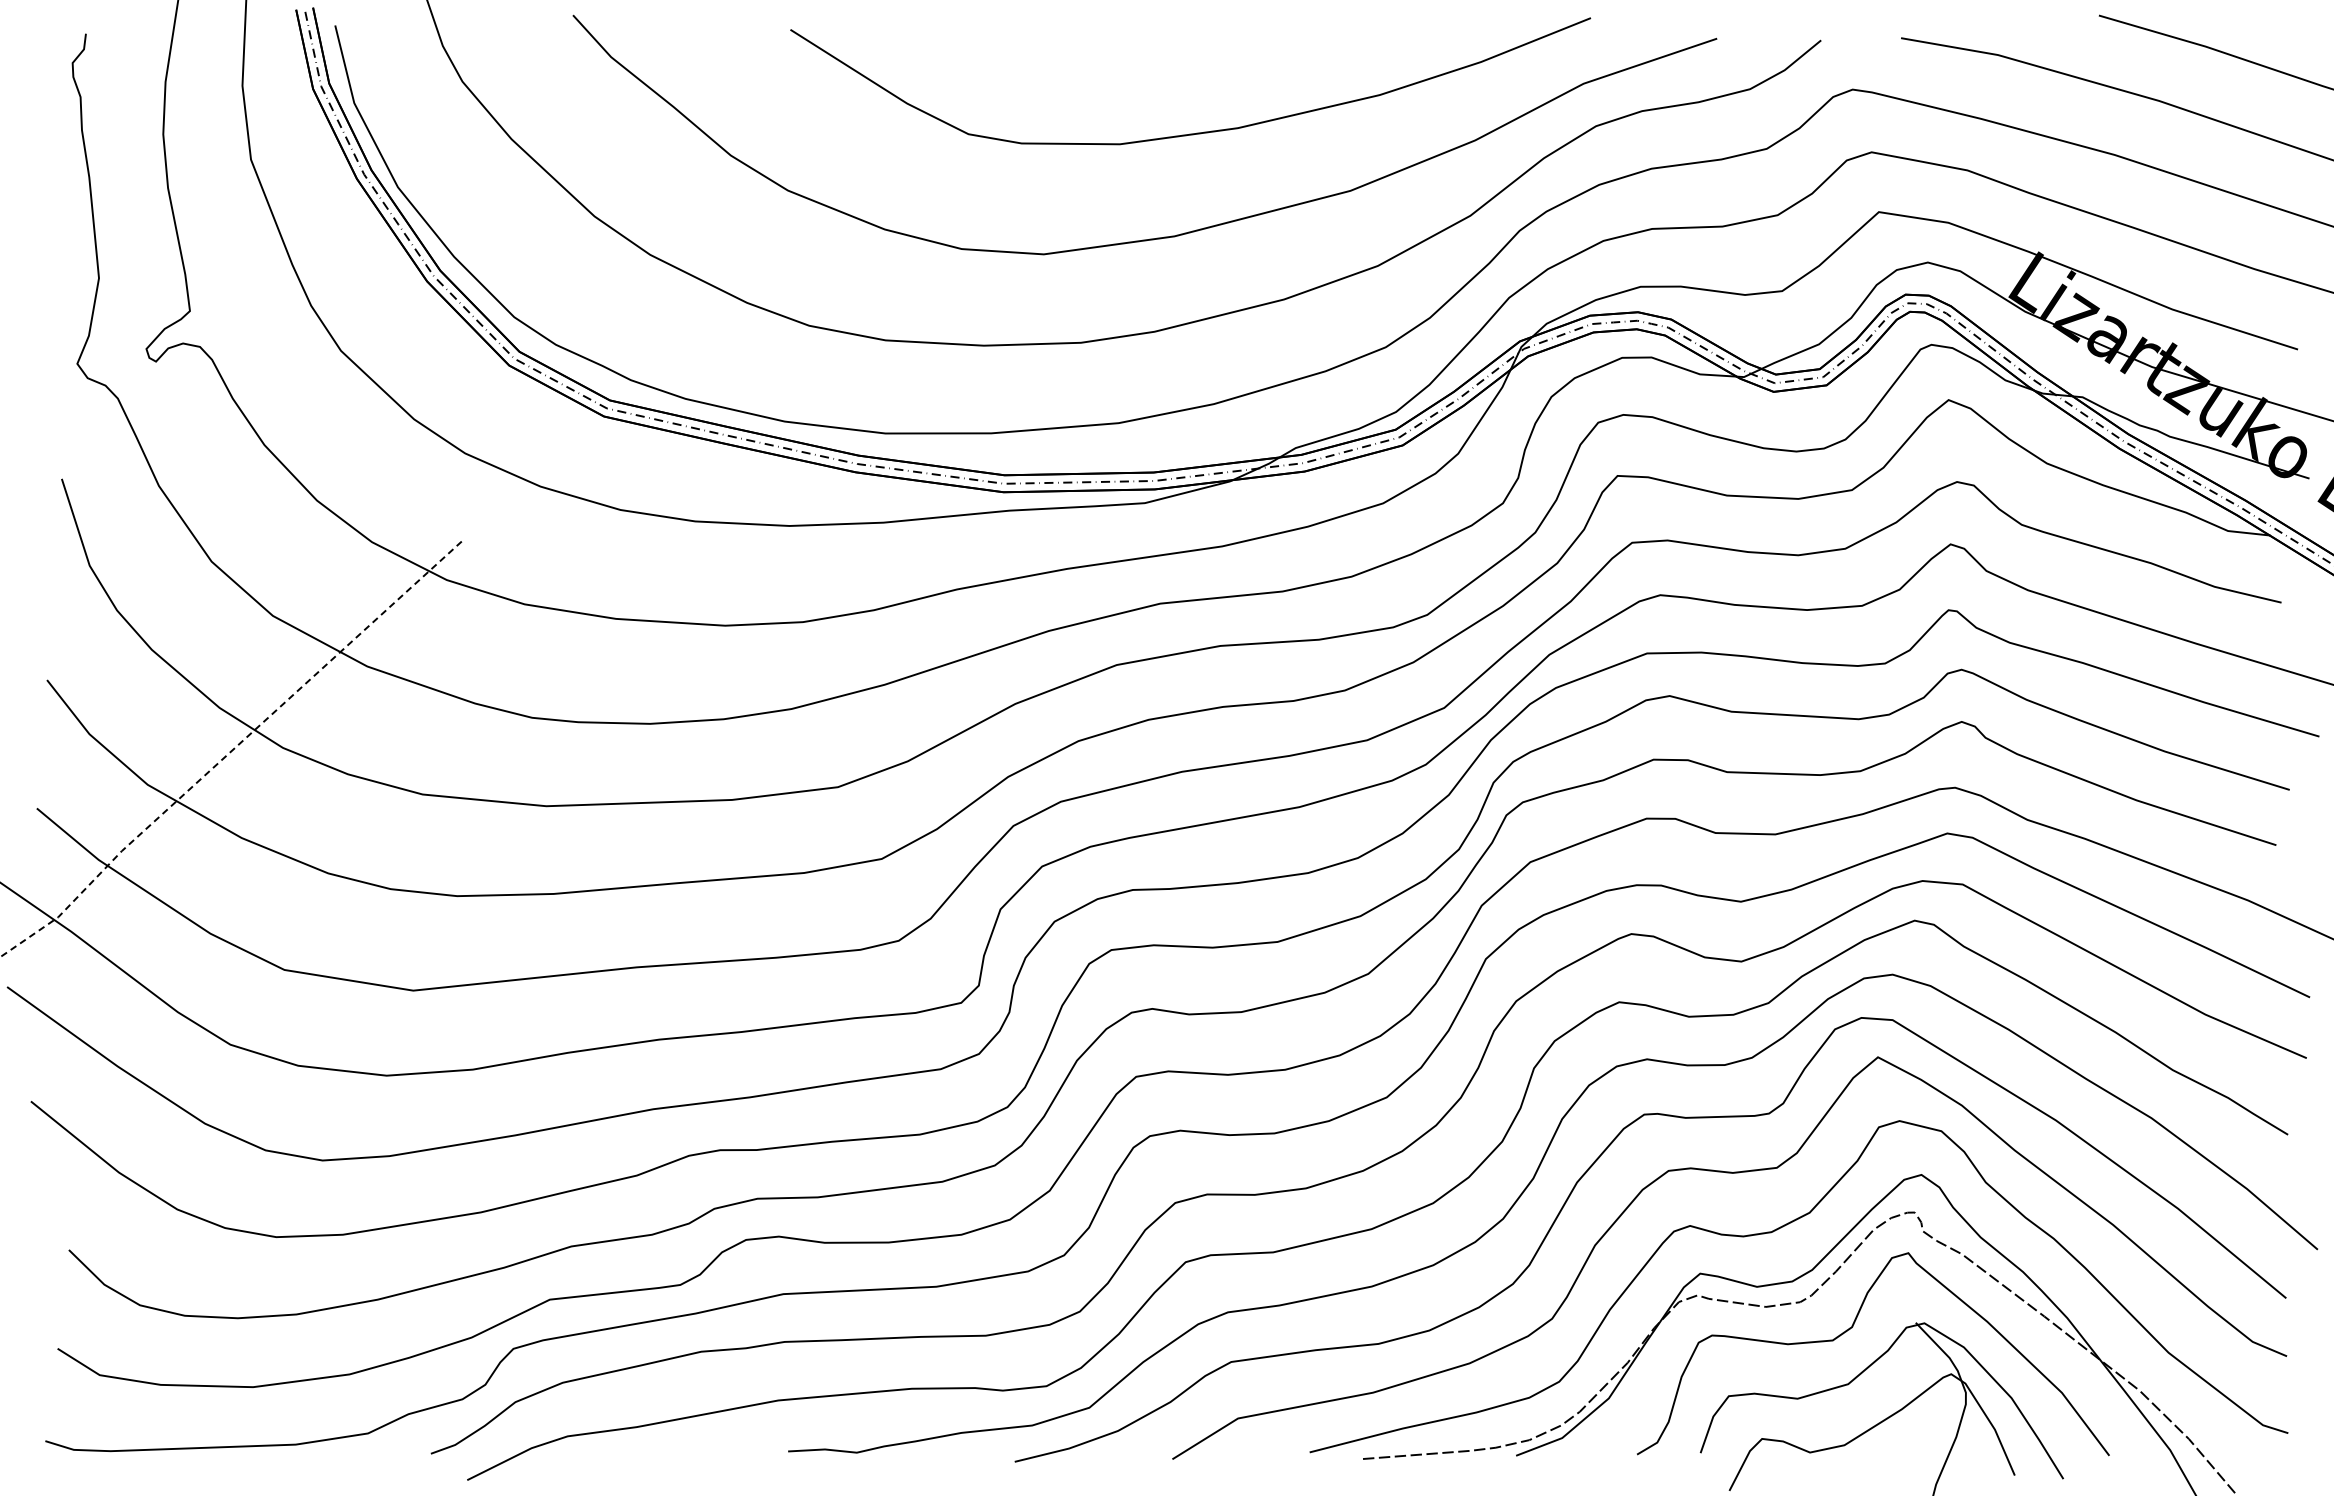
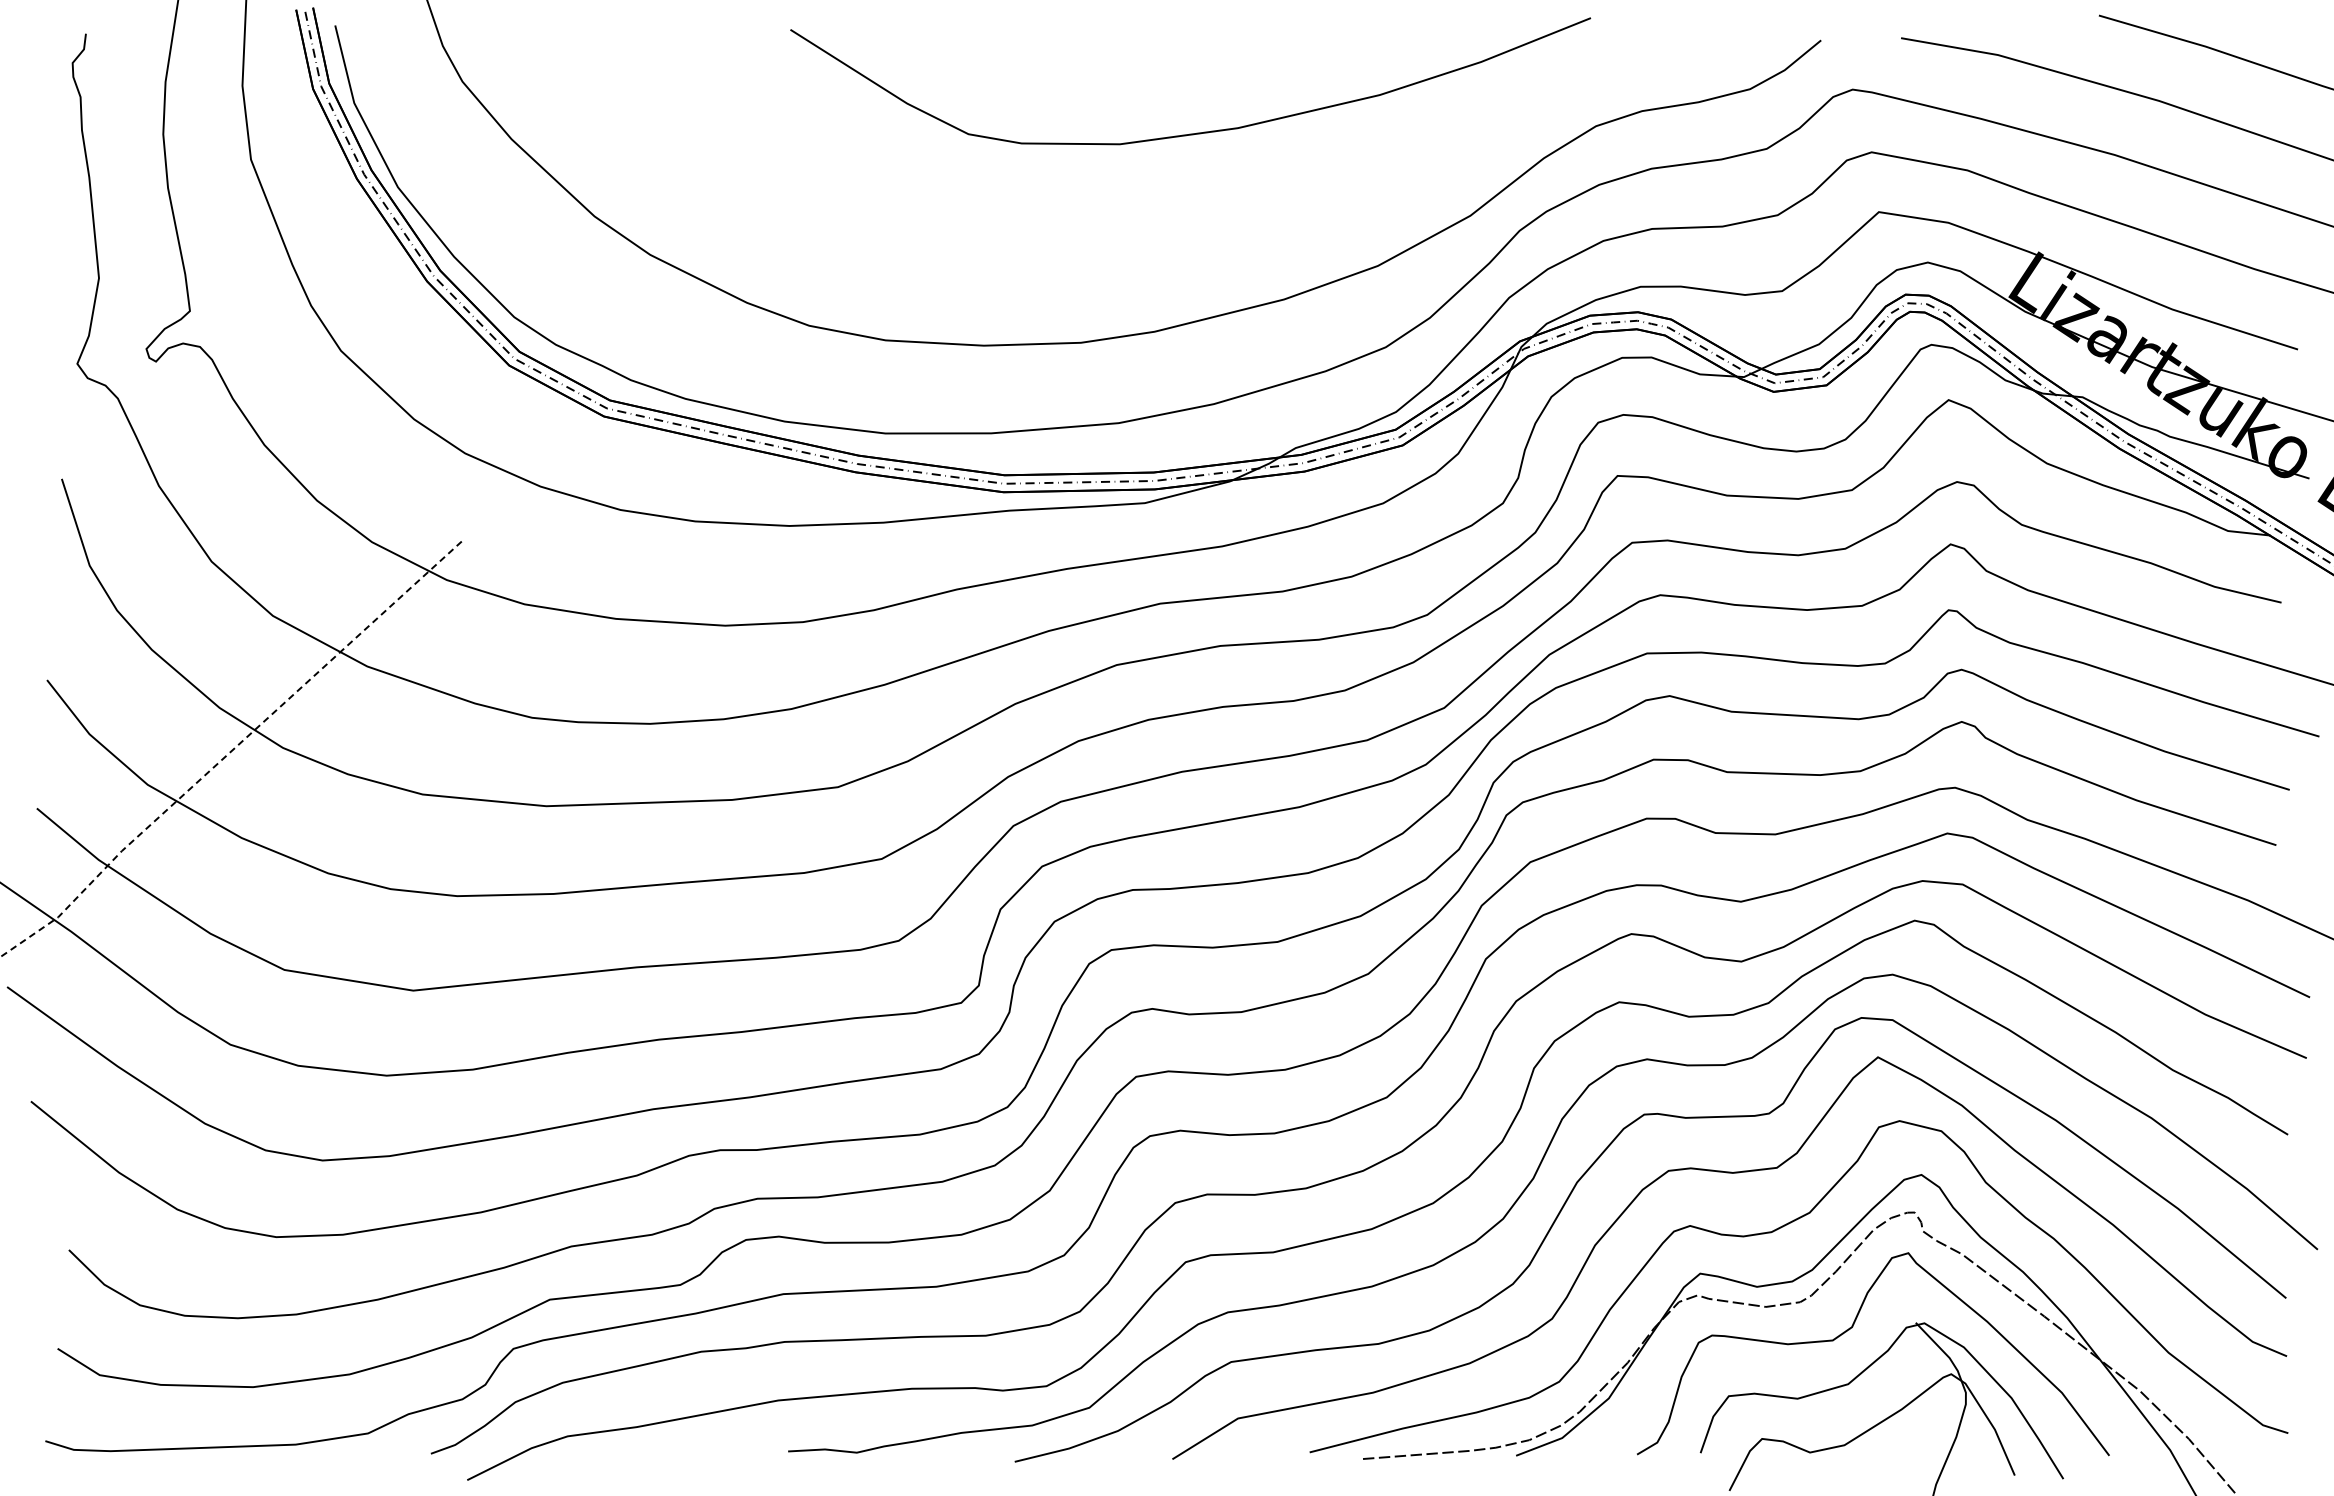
curve at (1157, 237): present -> none
